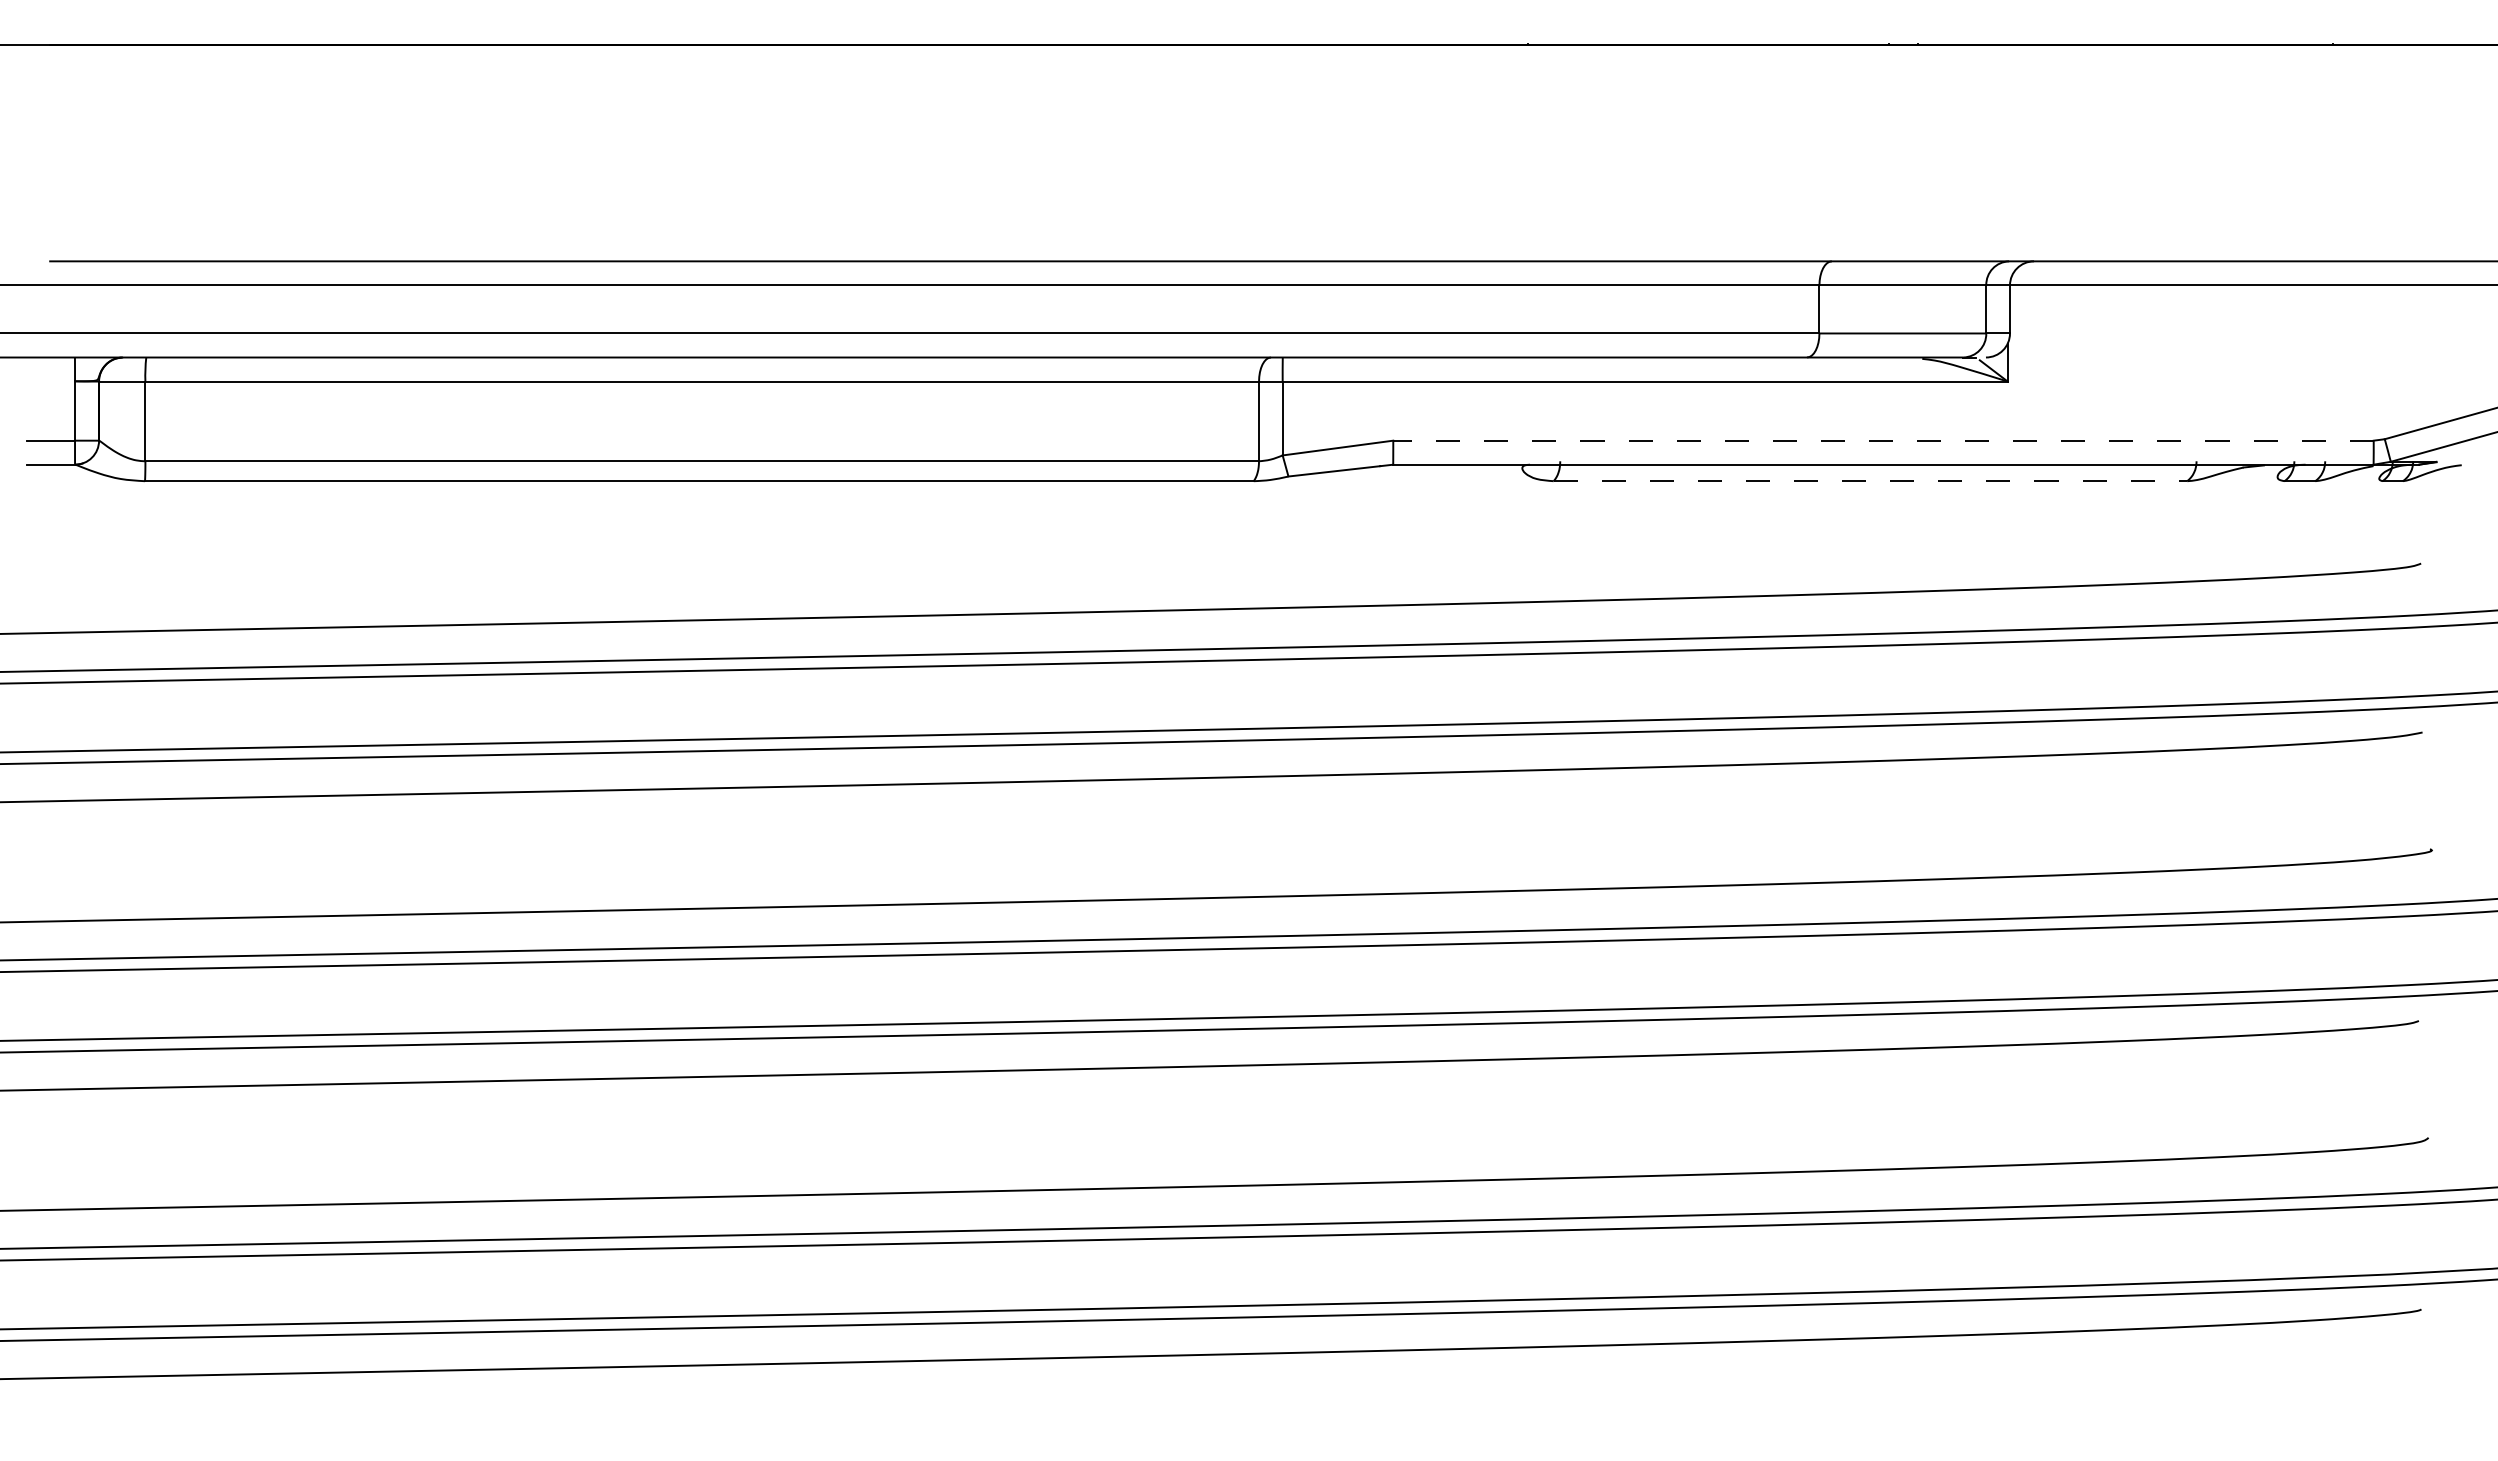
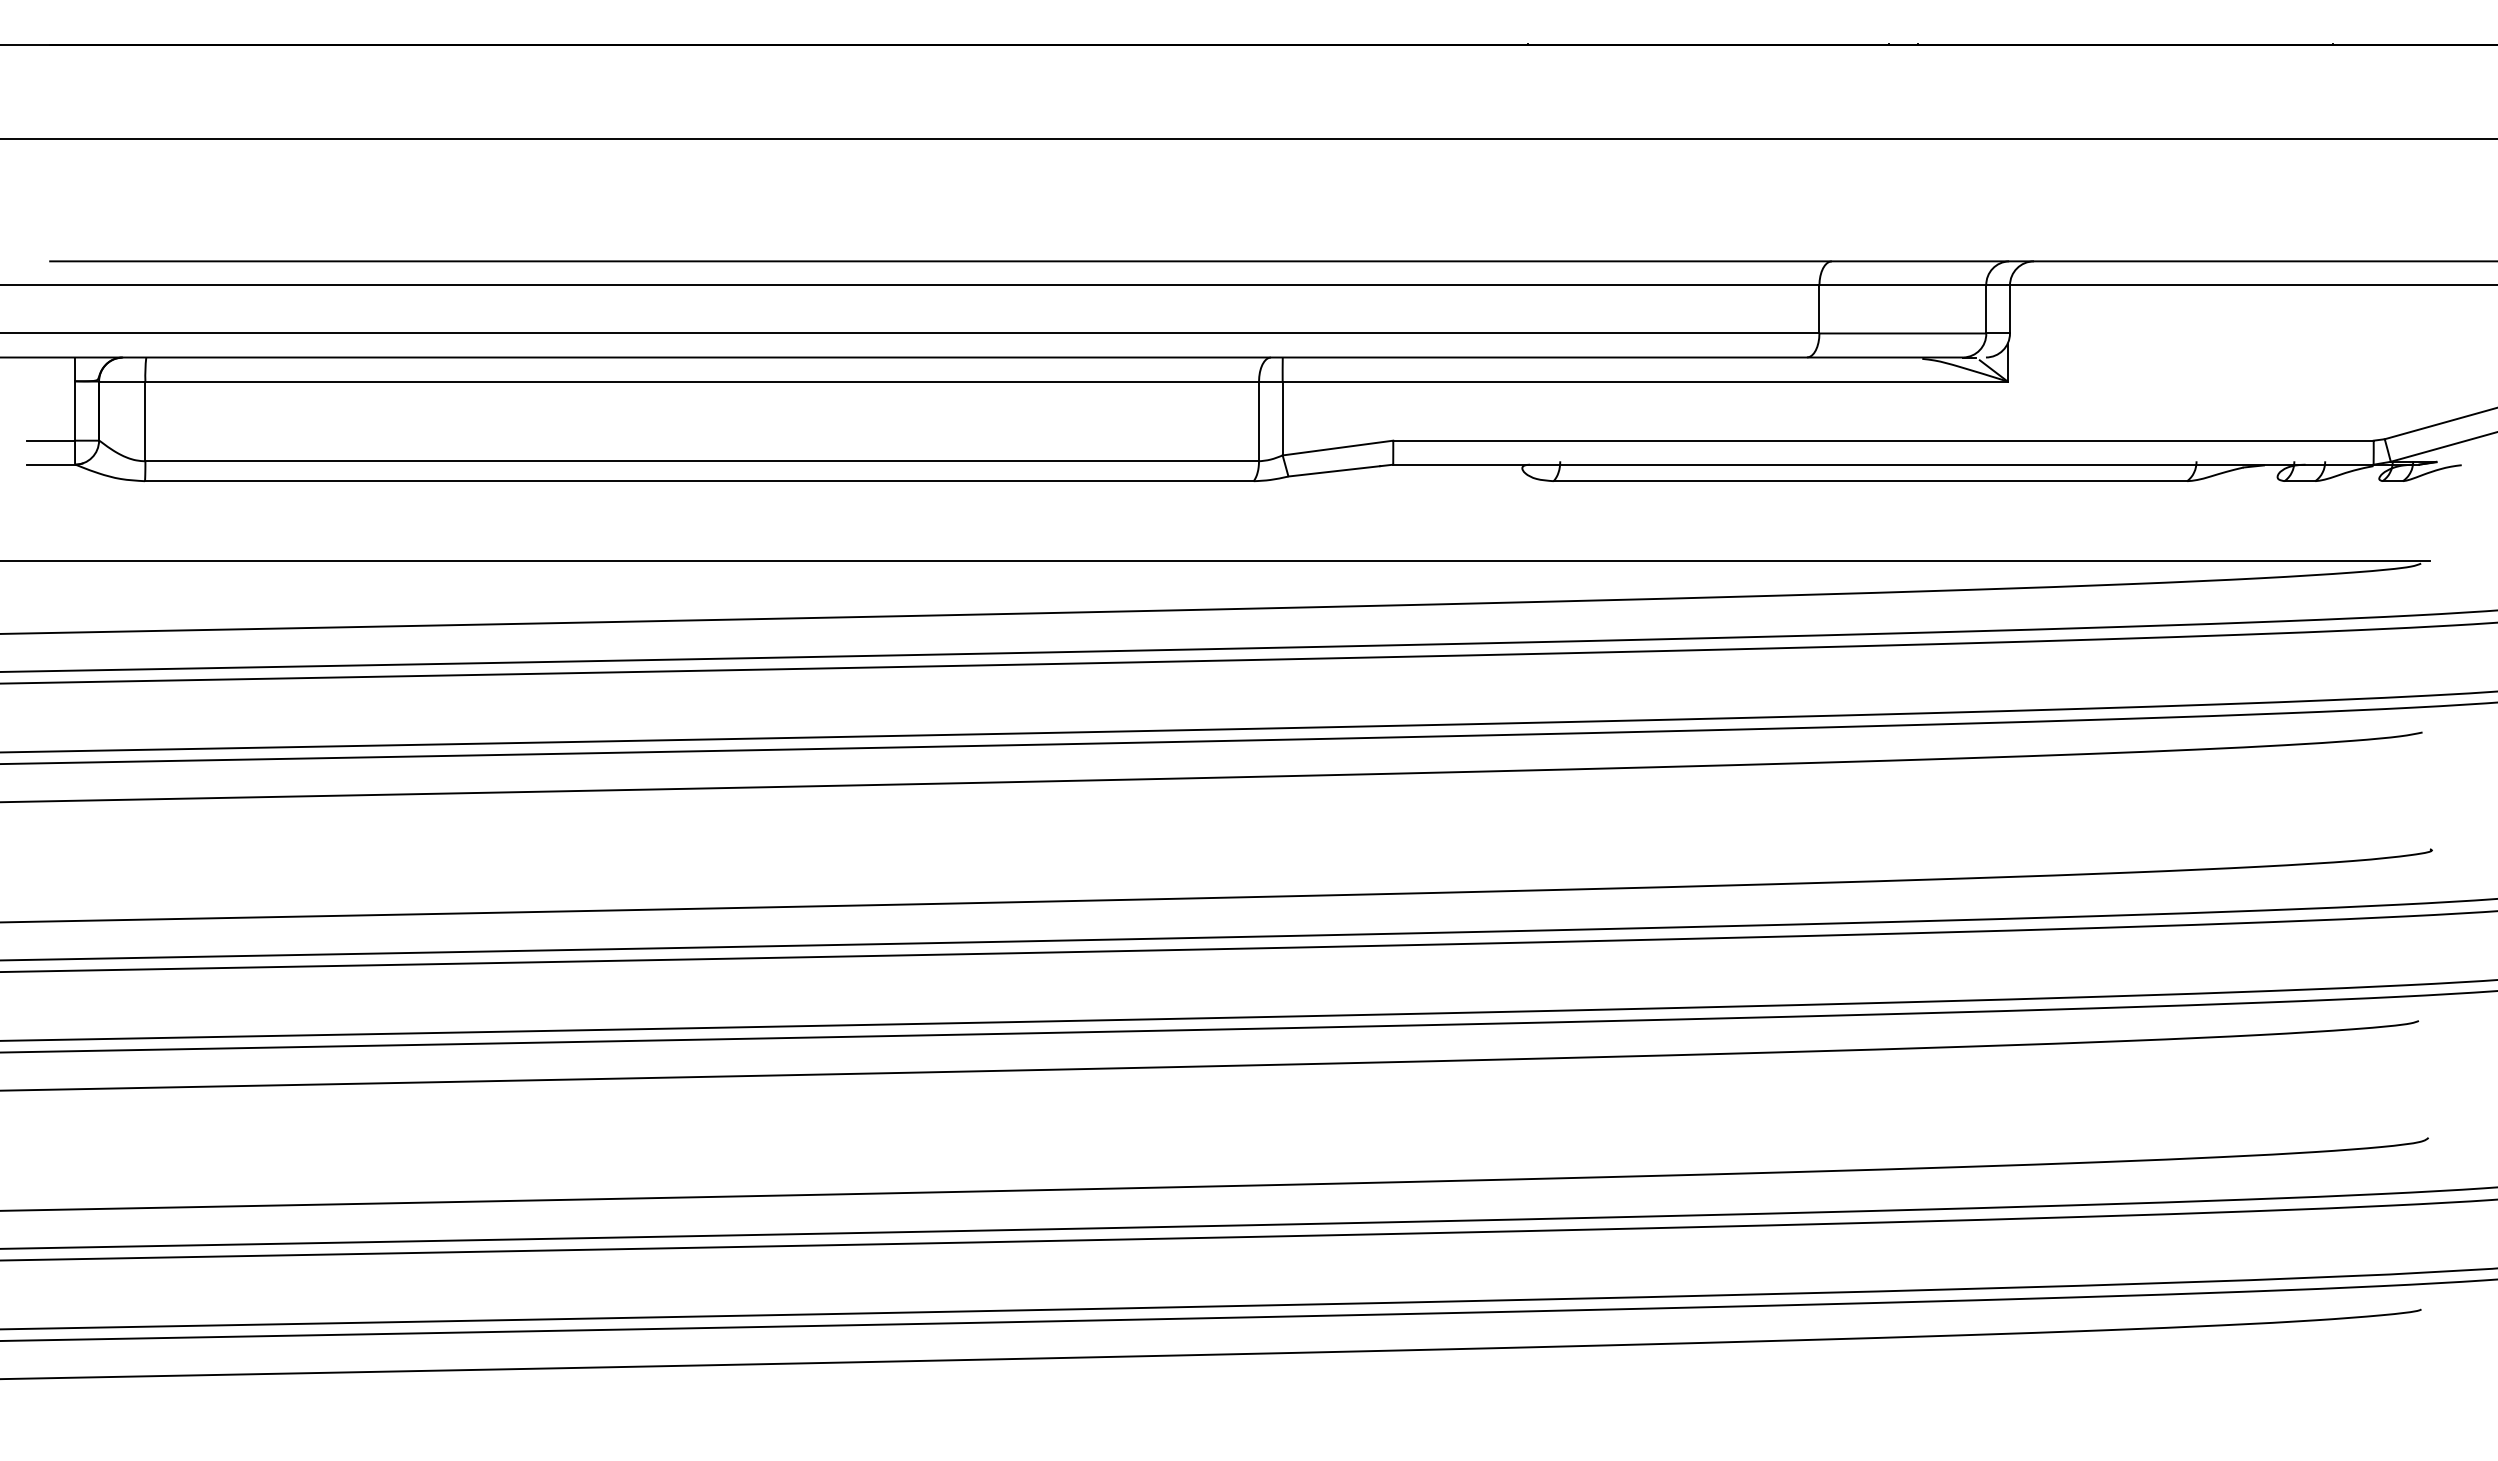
line at (1248, 139): none -> present
line at (1883, 440): dashed -> solid
line at (1870, 481): dashed -> solid
line at (1216, 560): none -> present
